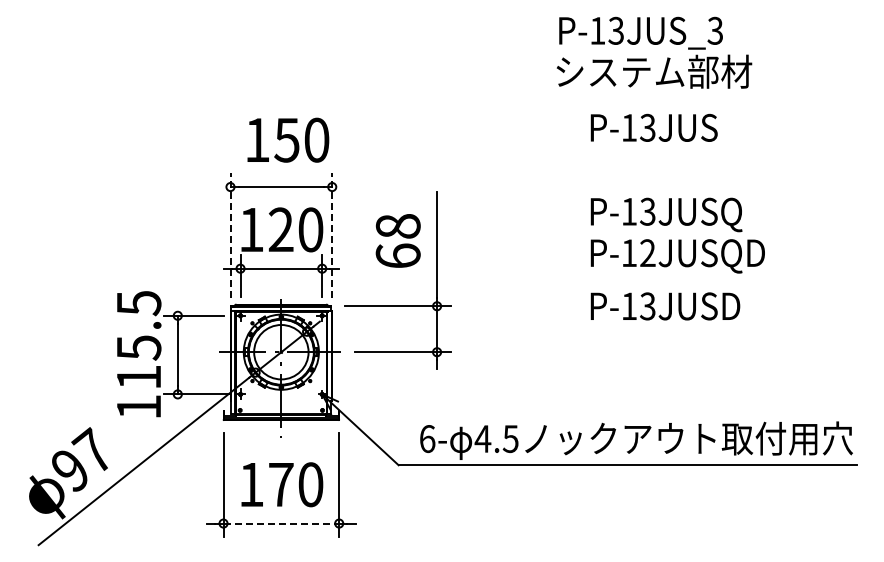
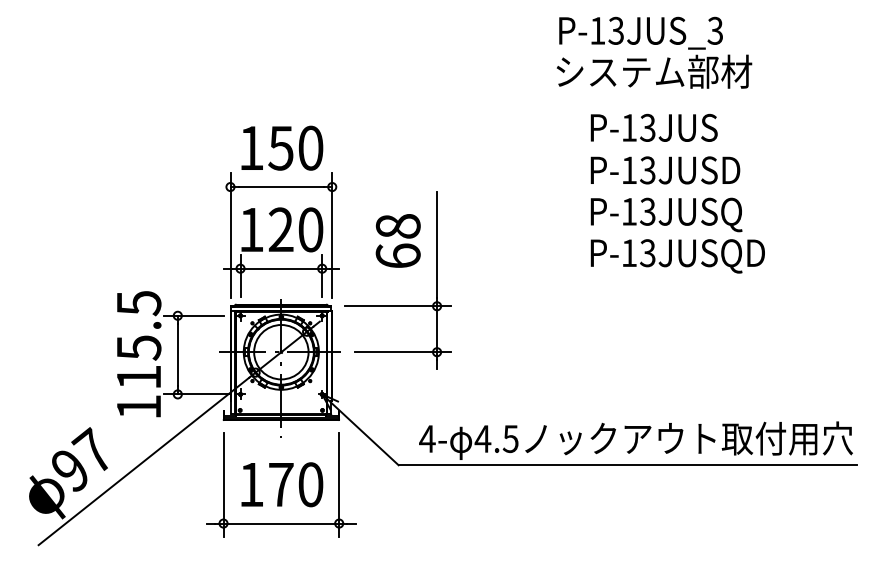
text at (288, 139) position: (288, 139) -> (282, 147)
line at (230, 235): dashed -> solid
line at (332, 235): dashed -> solid
text at (647, 253): P-12JUSQD -> P-13JUSQD
text at (665, 306) position: (665, 306) -> (665, 170)
text at (427, 439): 6- -> 4-
line at (281, 523): dashed -> solid
